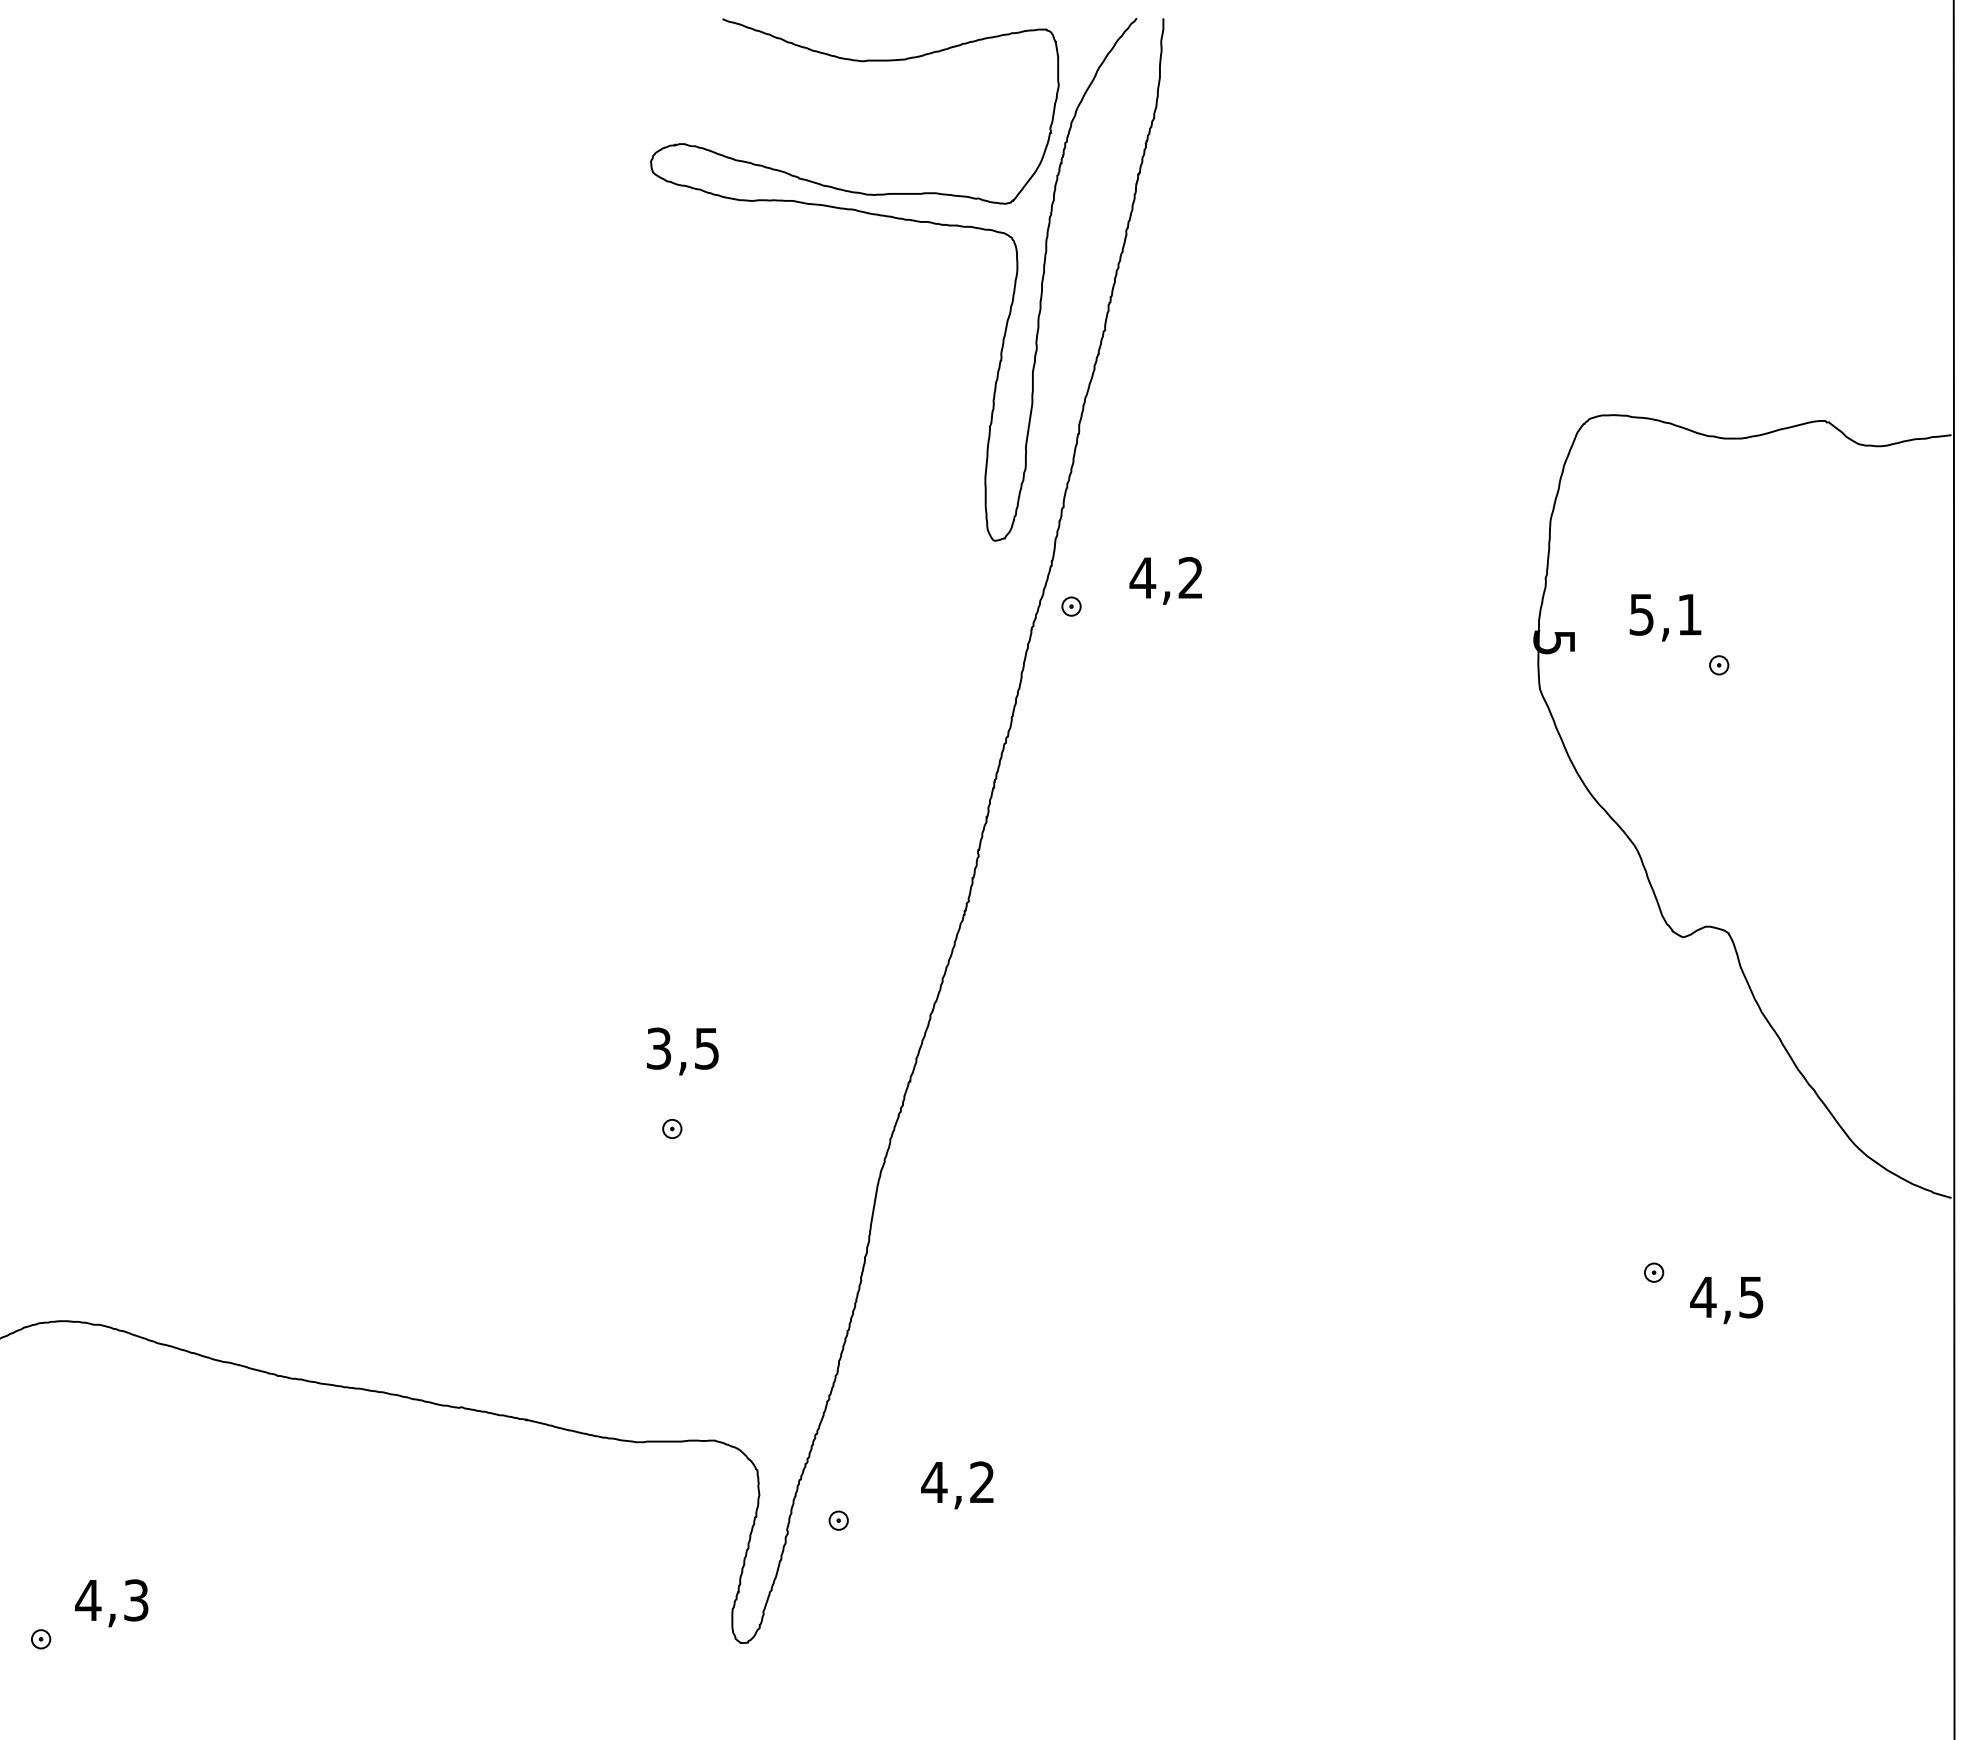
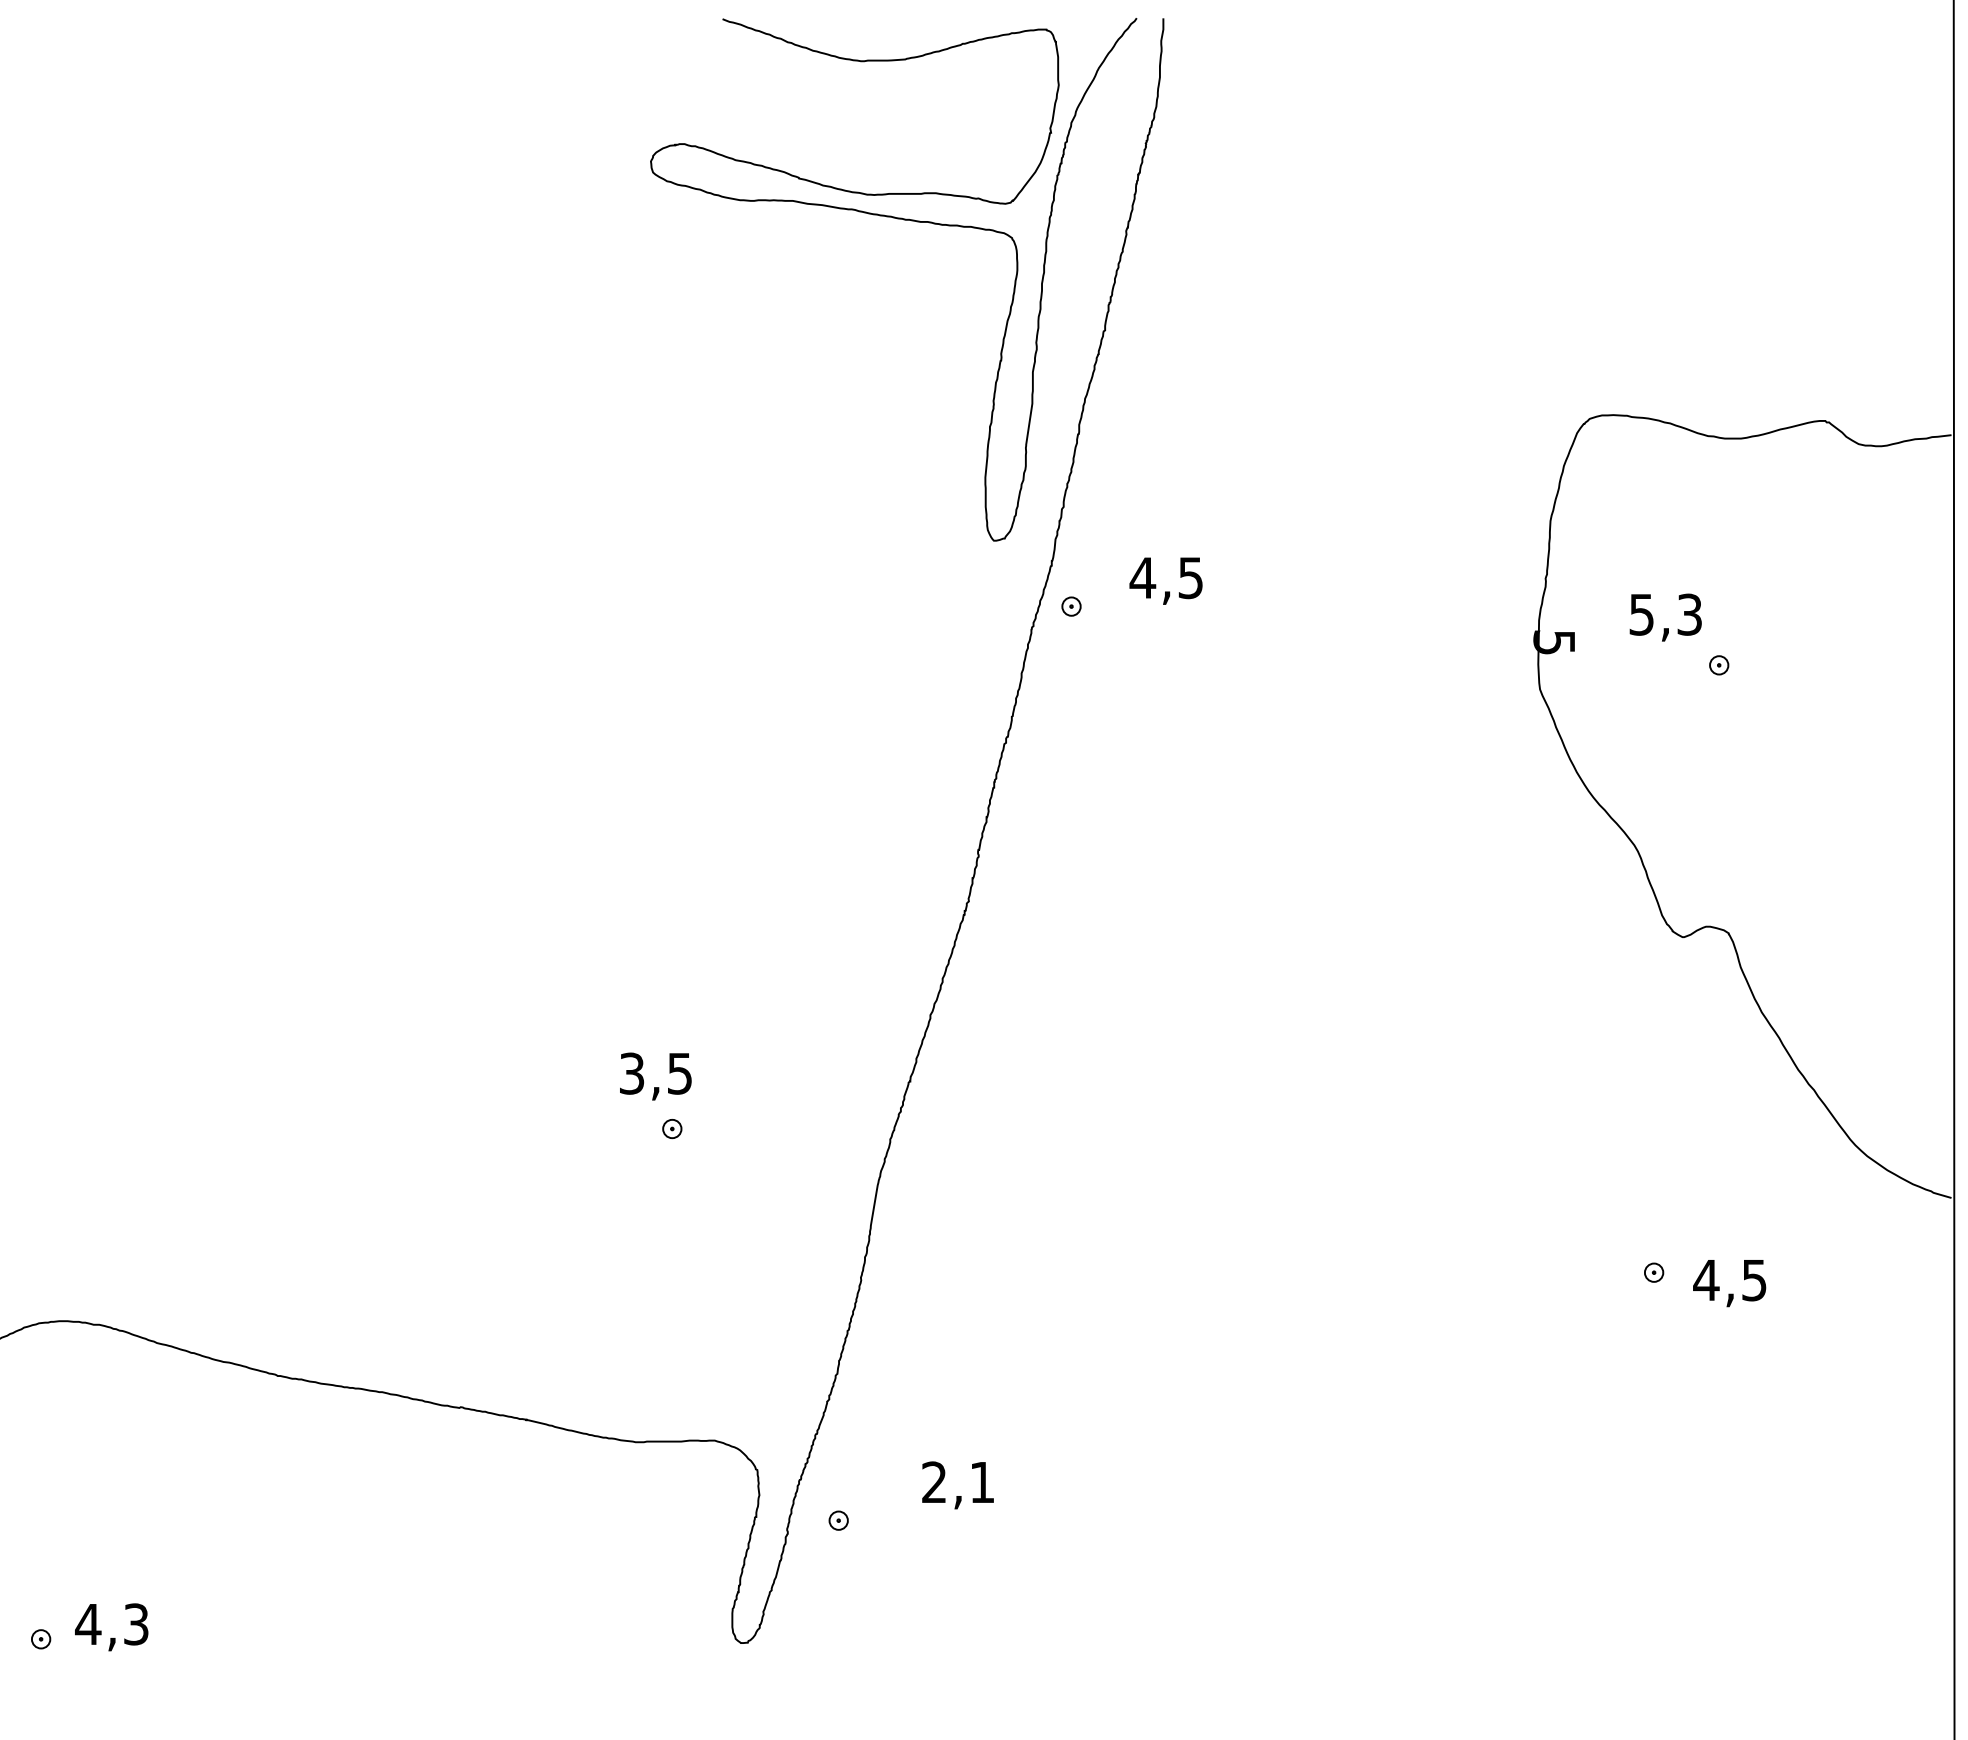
text at (1190, 578): 4,2 -> 4,5
text at (1689, 614): 5,1 -> 5,3
text at (682, 1051) position: (682, 1051) -> (655, 1076)
text at (1726, 1300) position: (1726, 1300) -> (1729, 1283)
text at (957, 1481): 4,2 -> 2,1
text at (111, 1603) position: (111, 1603) -> (111, 1627)
